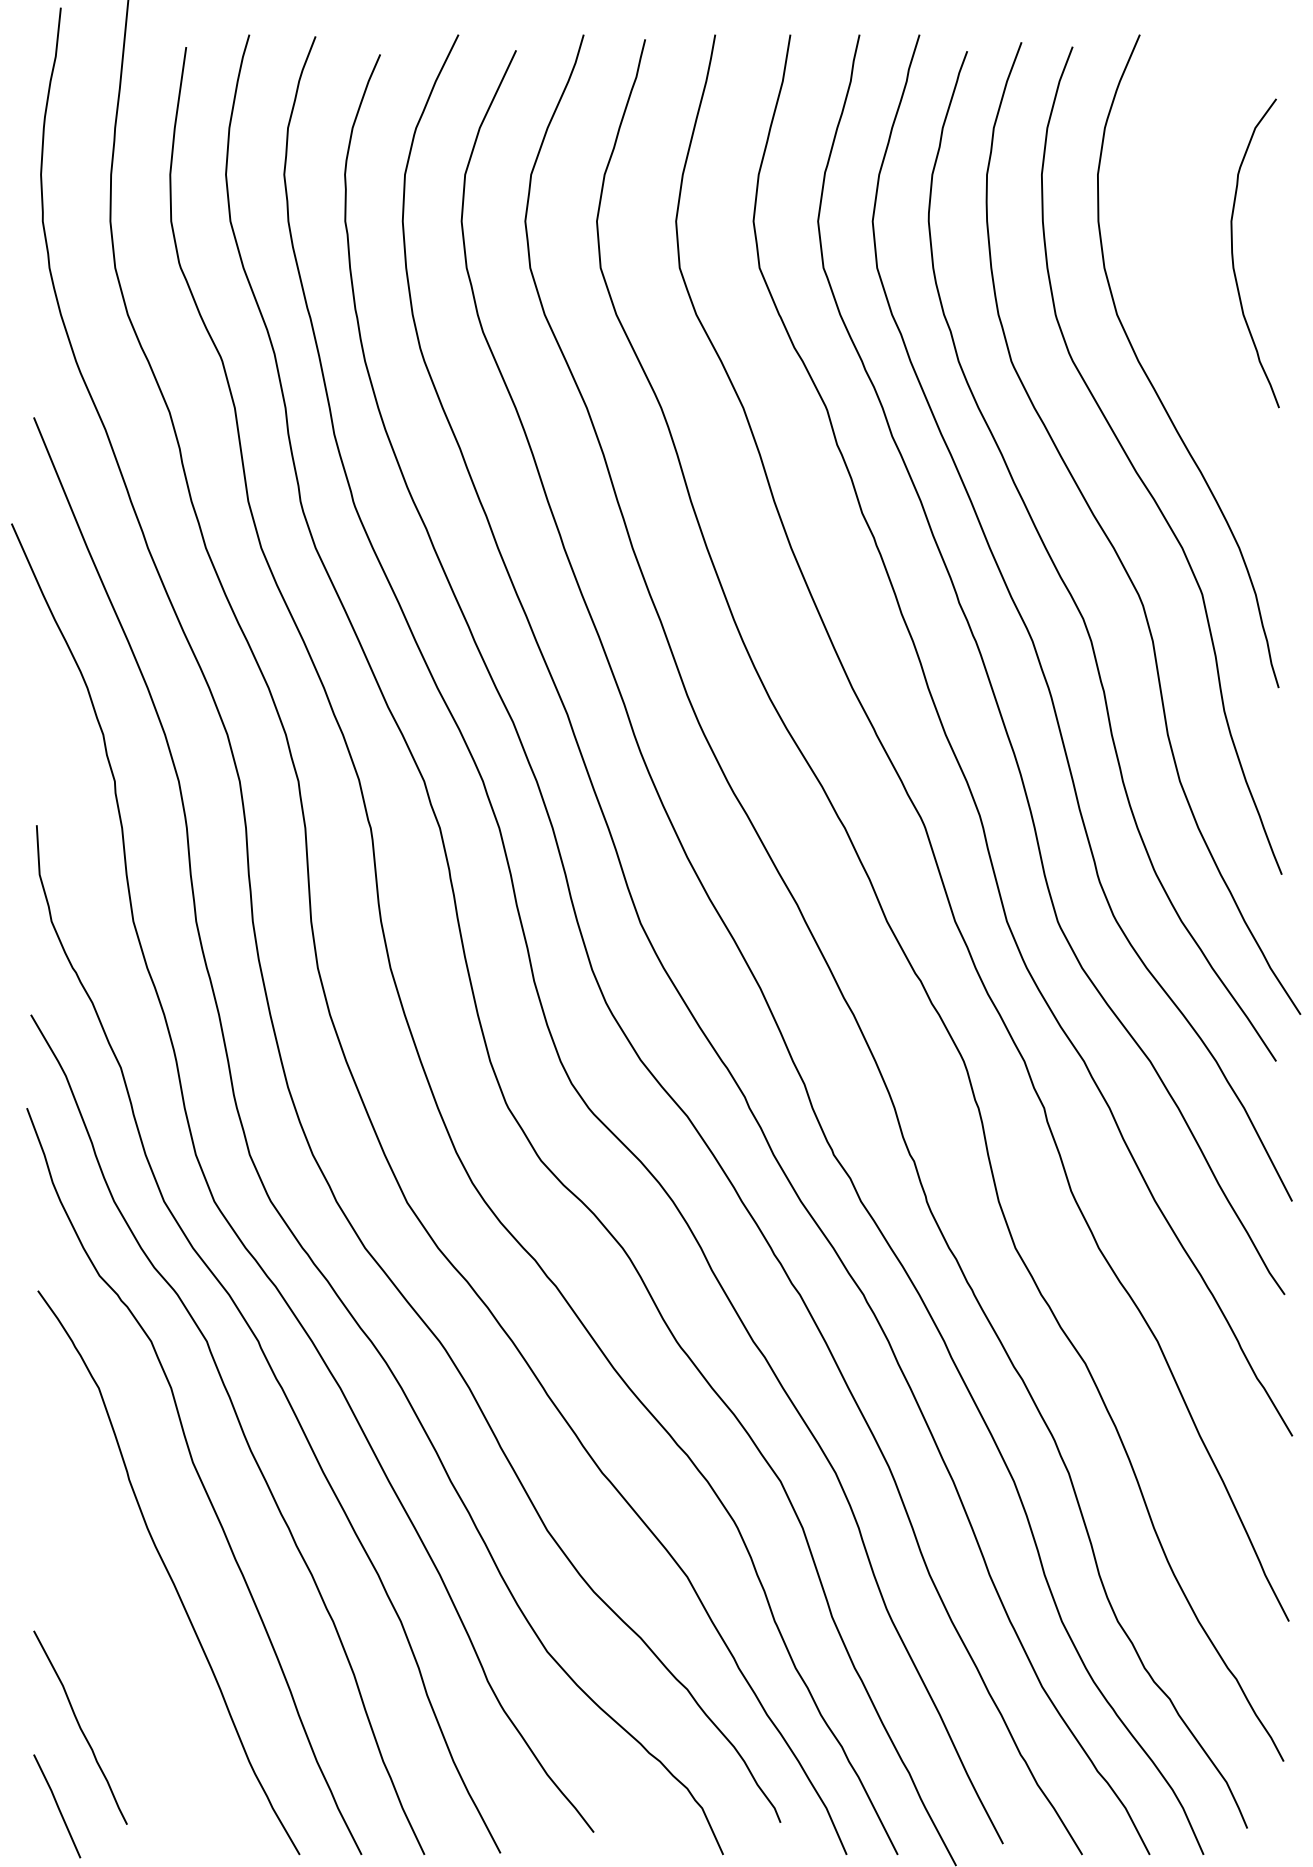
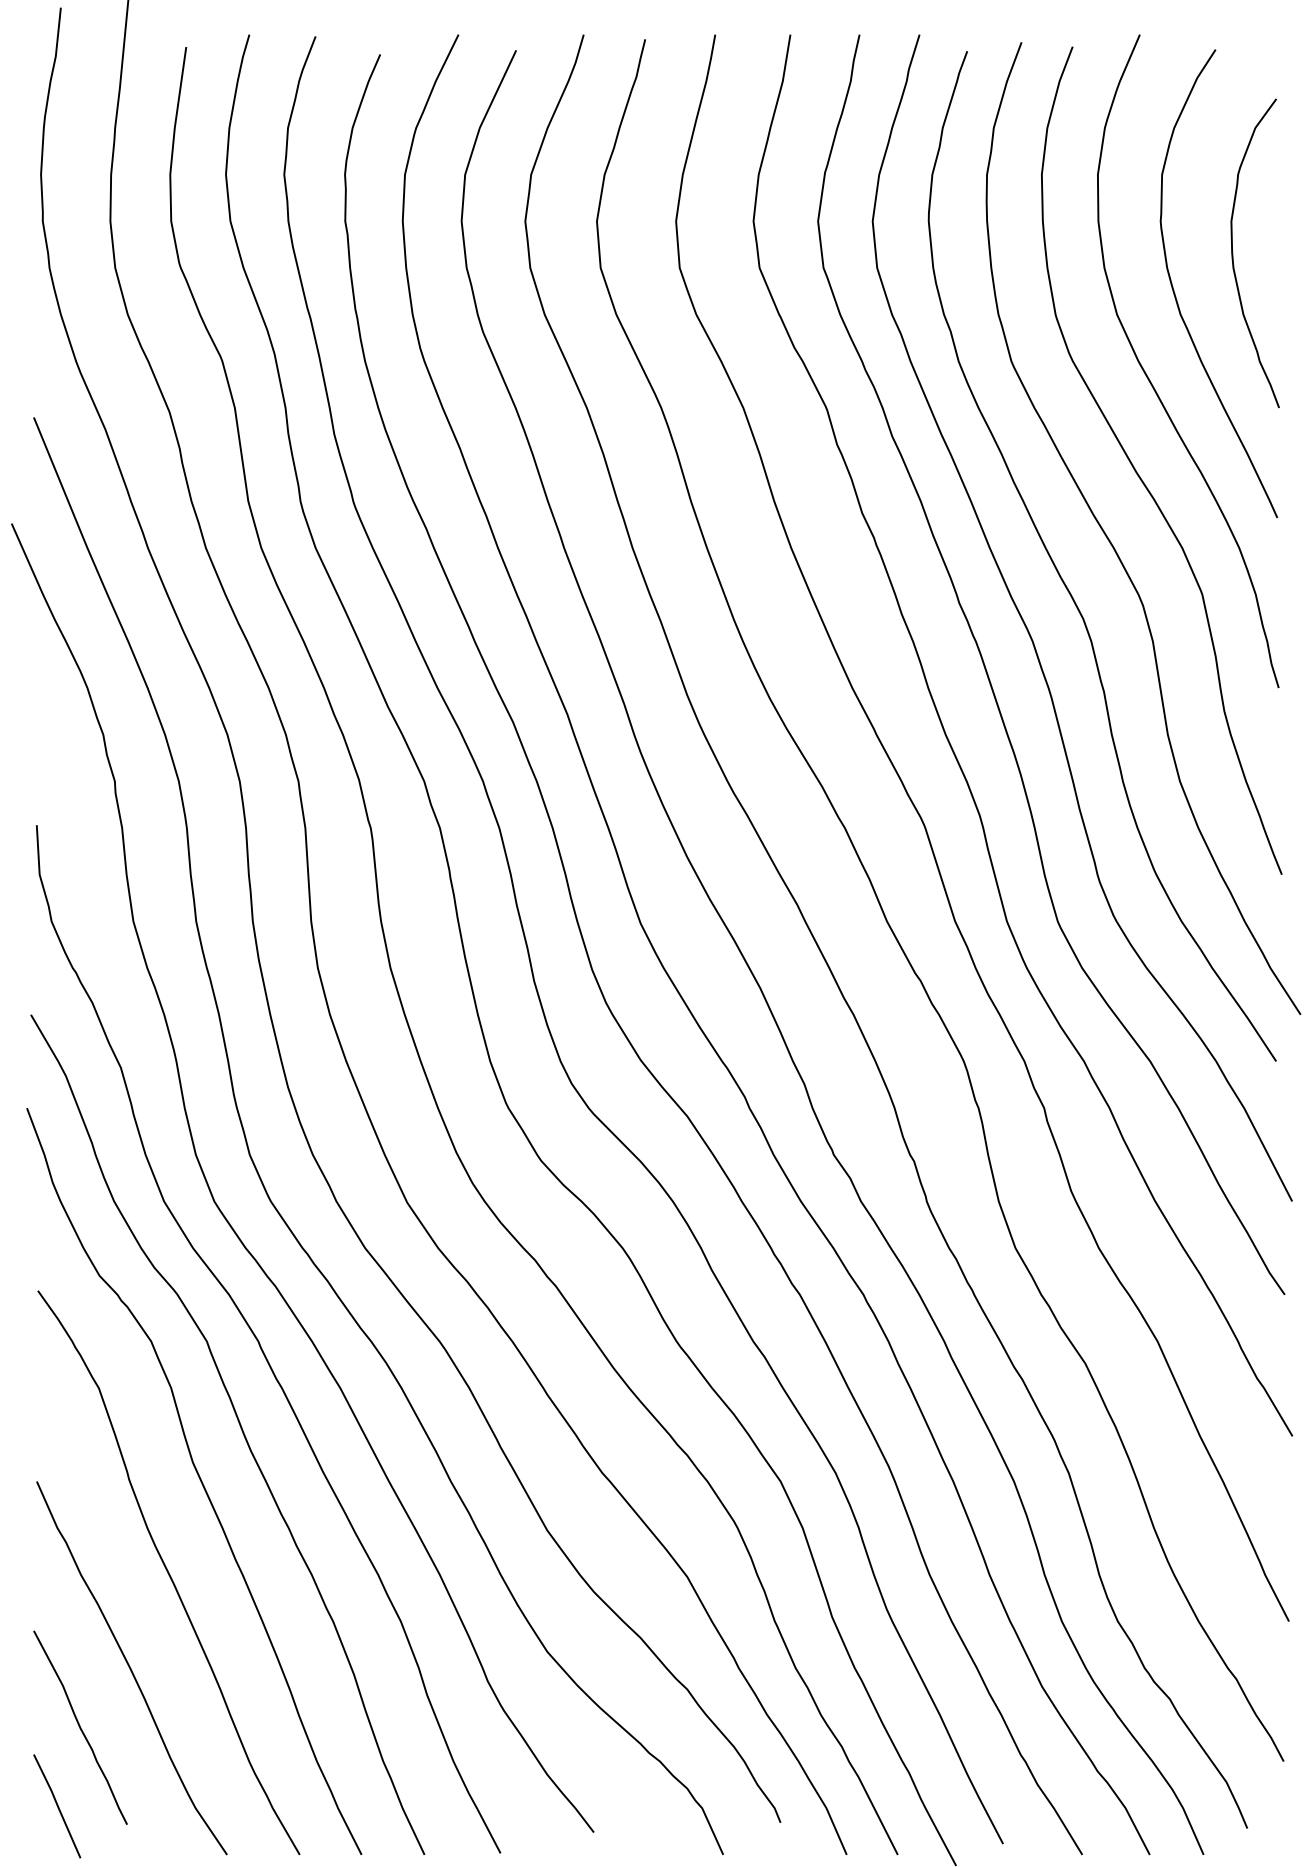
curve at (1176, 296): none -> present
curve at (131, 1668): none -> present
